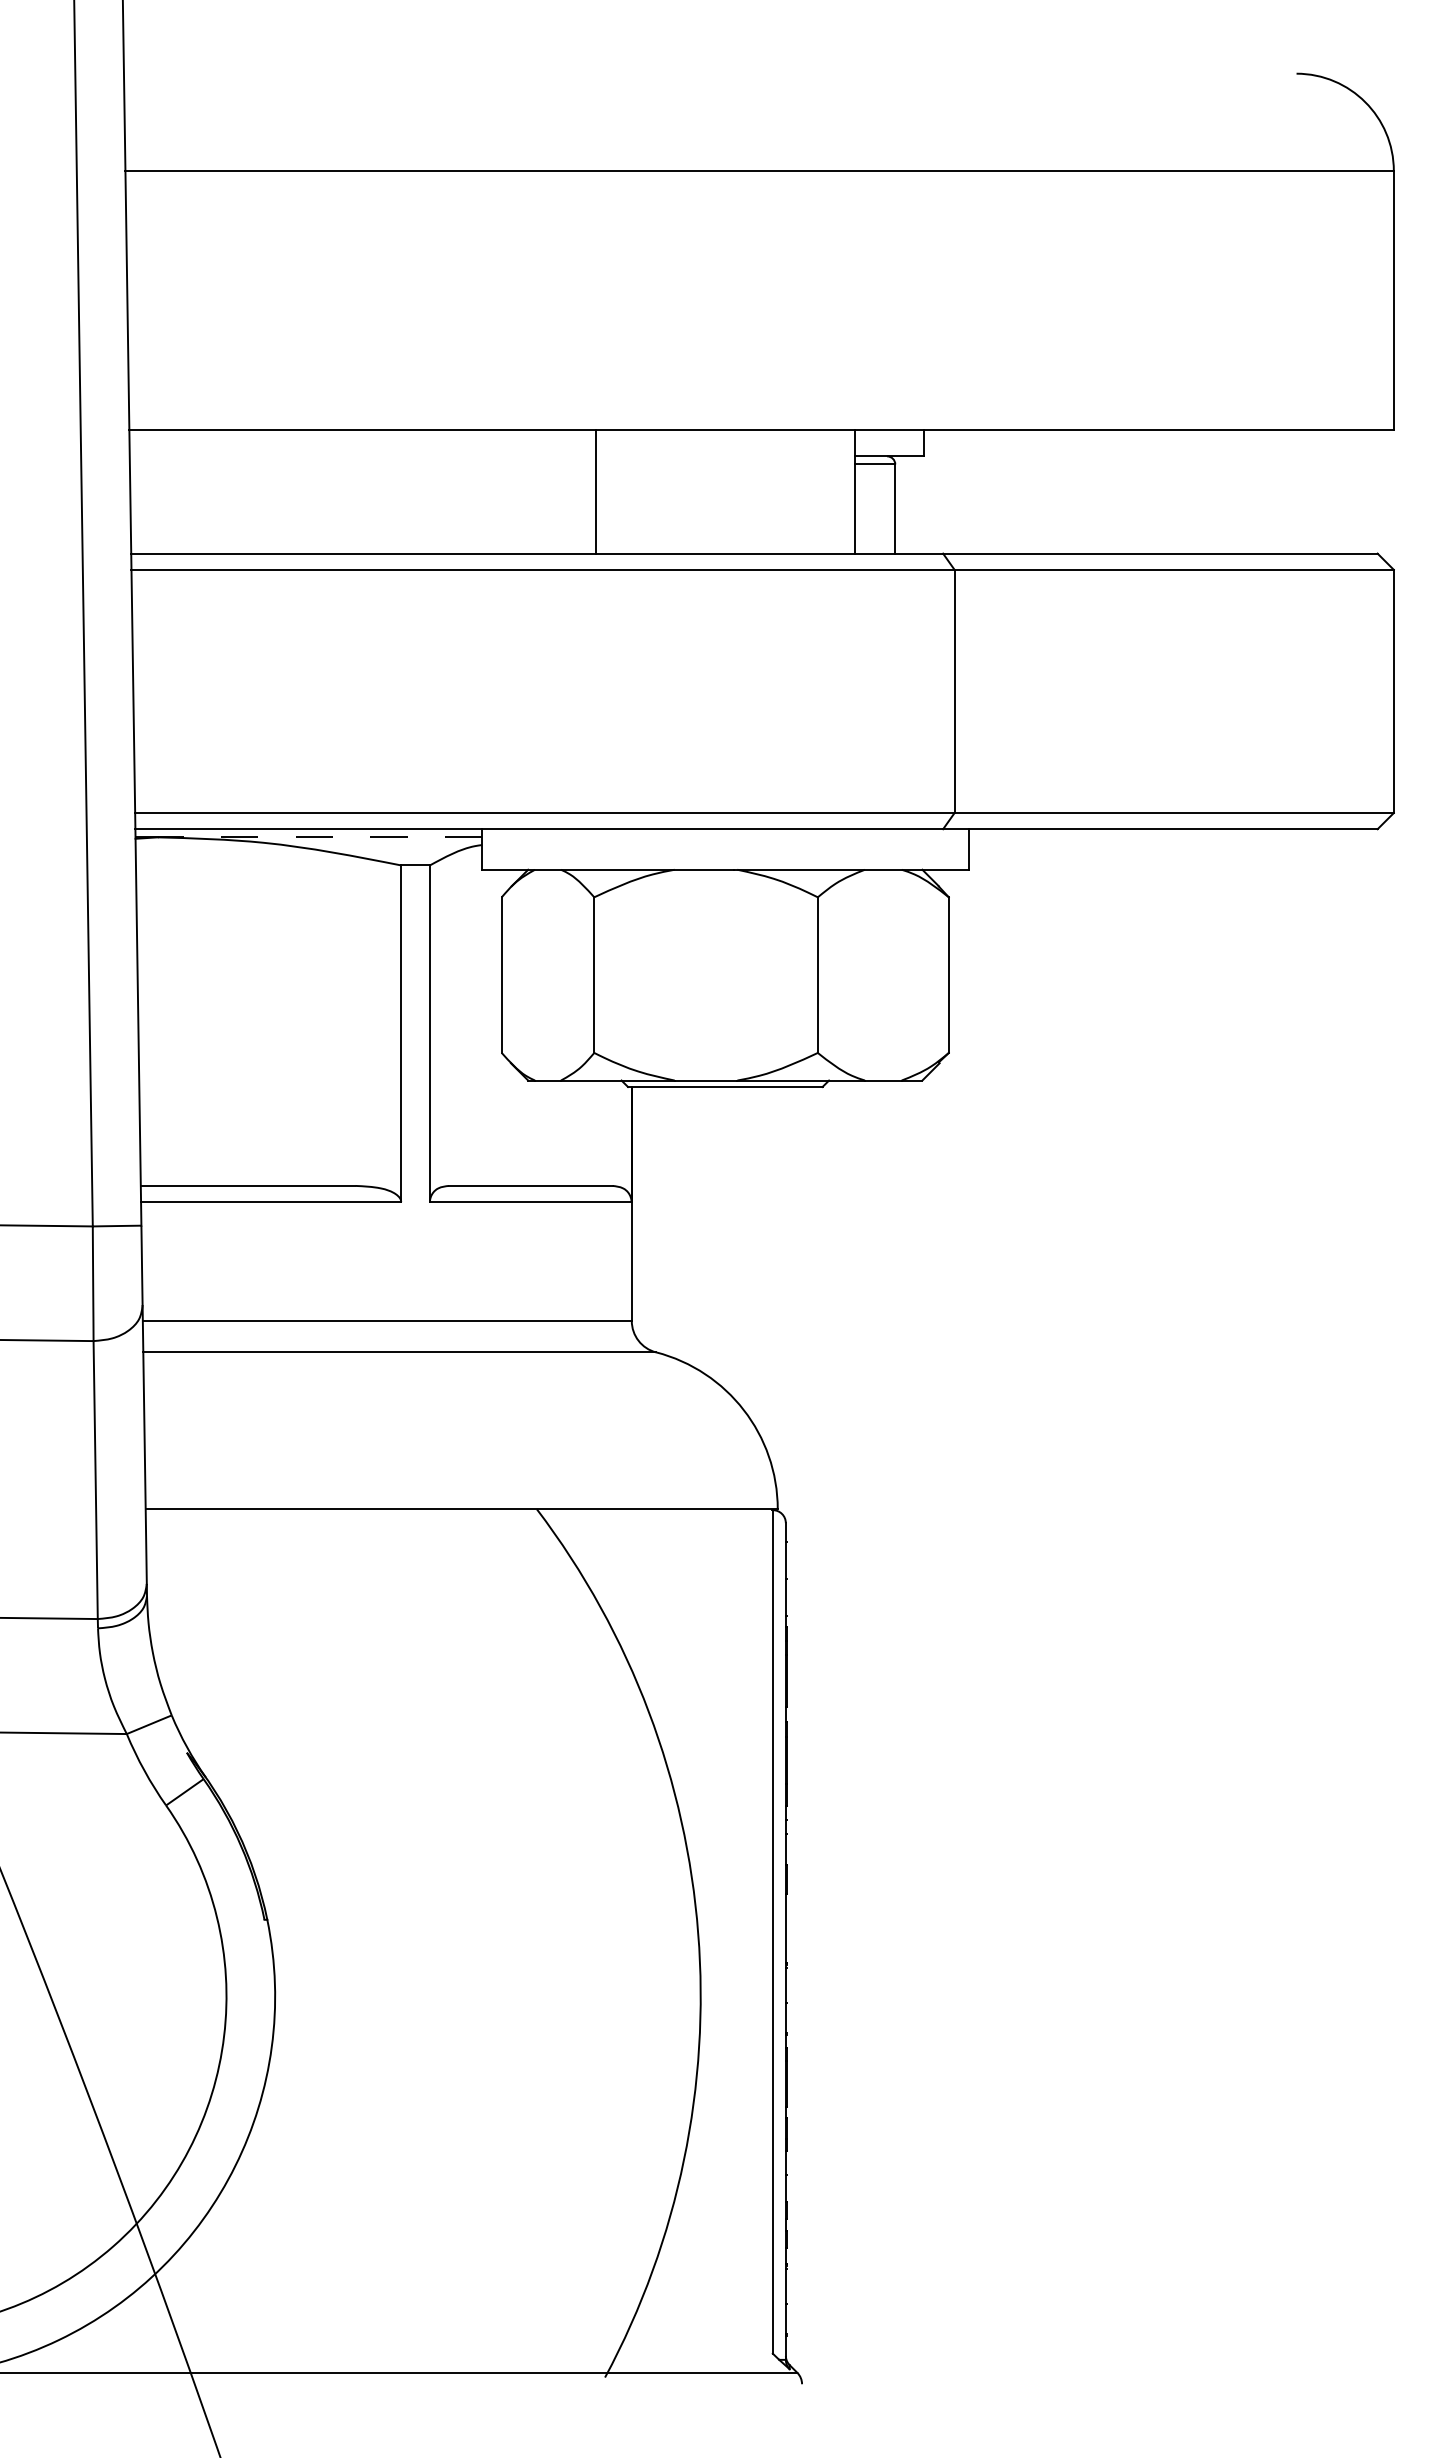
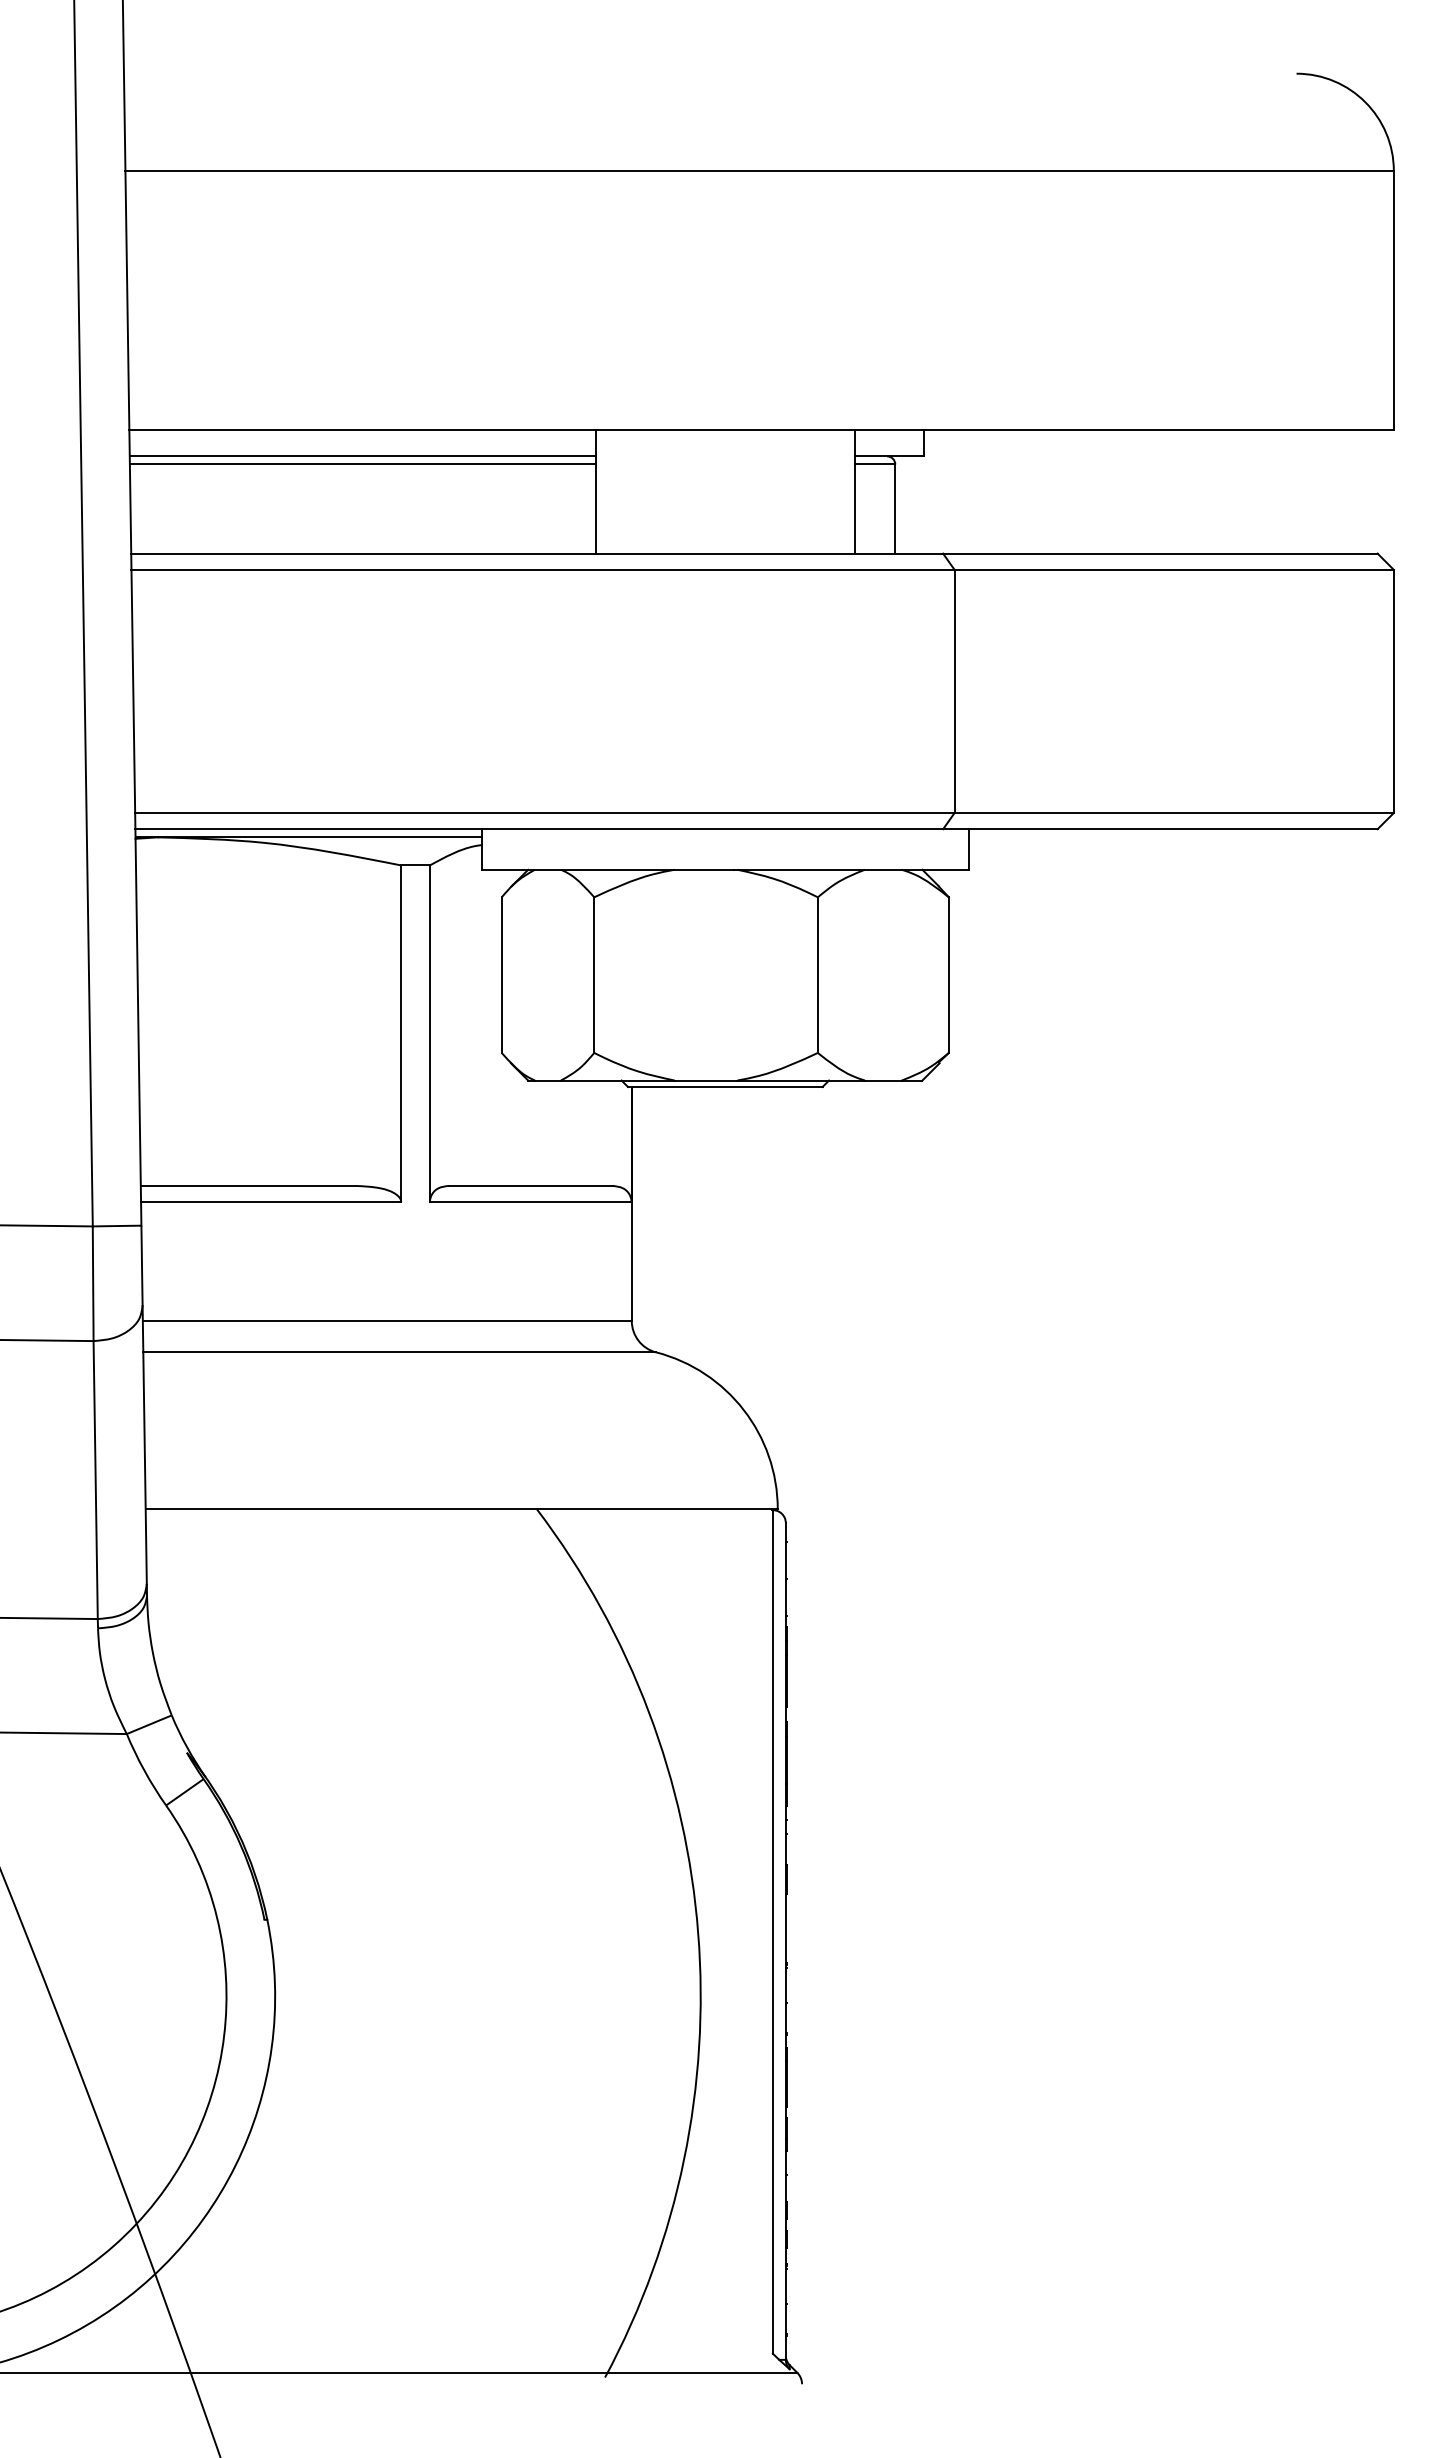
line at (362, 456): none -> present
line at (362, 464): none -> present
line at (319, 837): dashed -> solid
